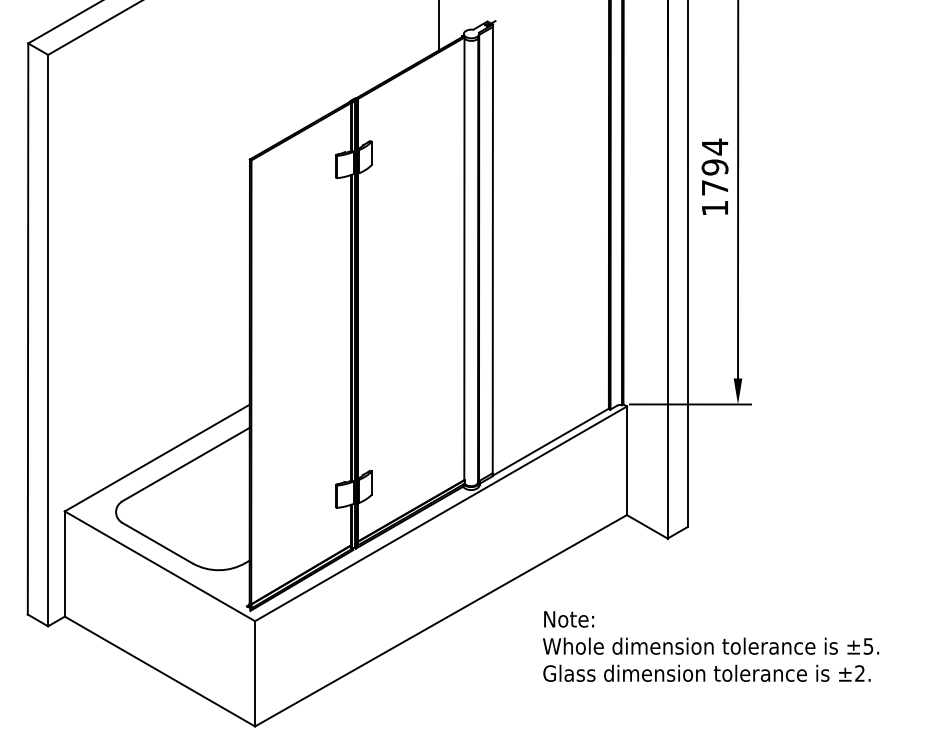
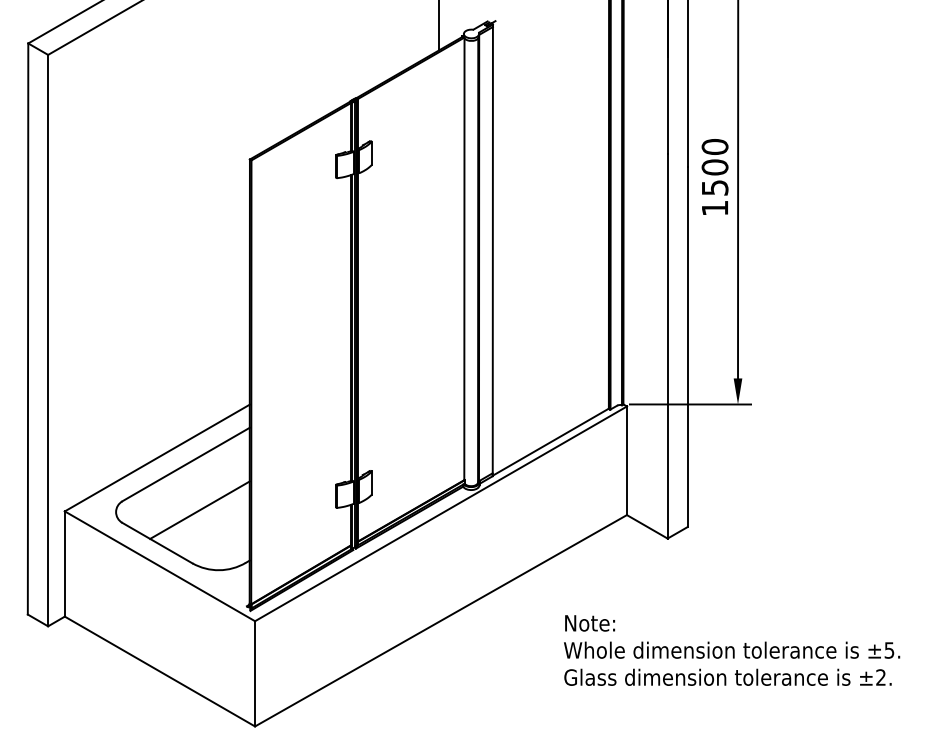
text at (714, 166): 1794 -> 1500
line at (199, 509): none -> present
text at (711, 646) position: (711, 646) -> (732, 650)
